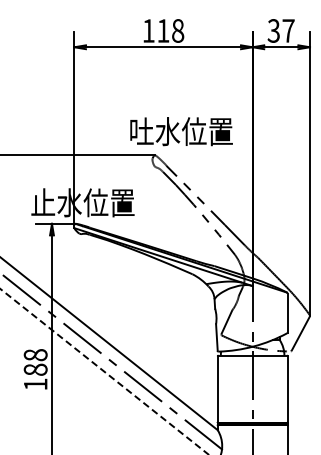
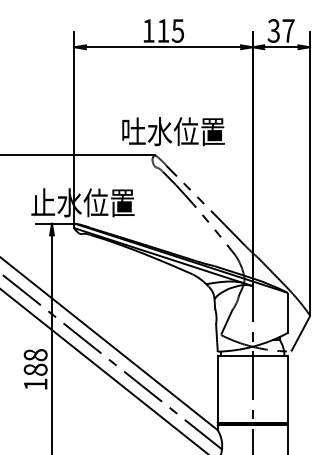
text at (177, 30): 118 -> 115
text at (181, 131) position: (181, 131) -> (173, 131)
line at (103, 371): dashed -> solid
